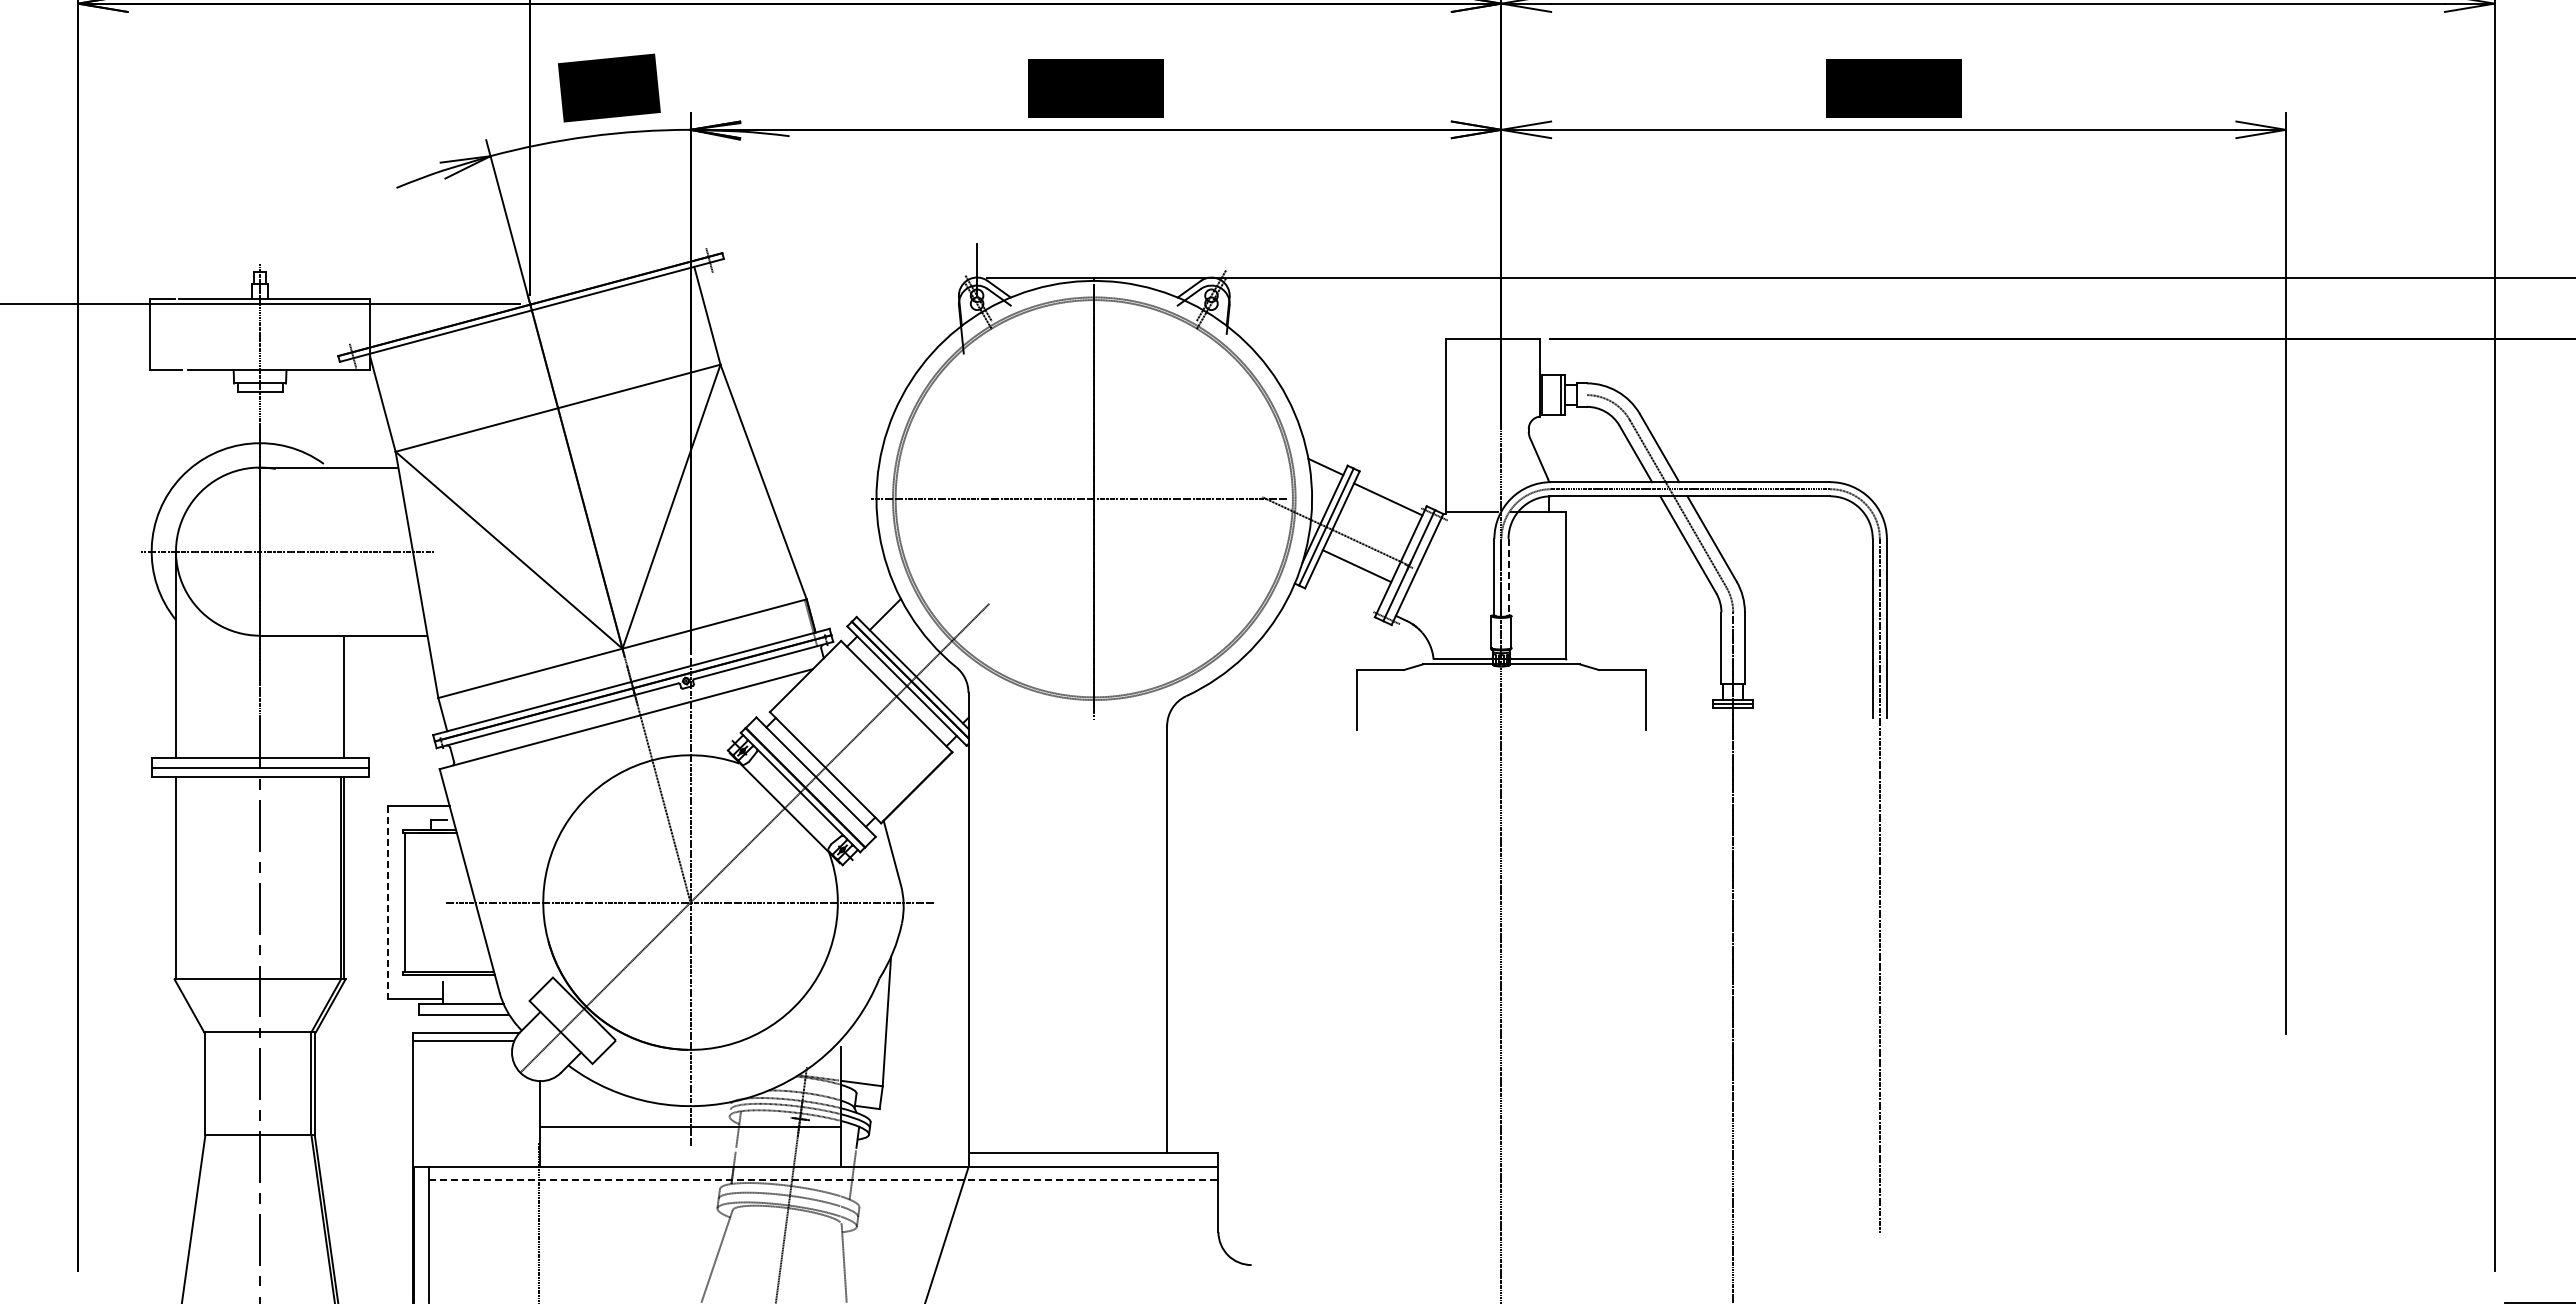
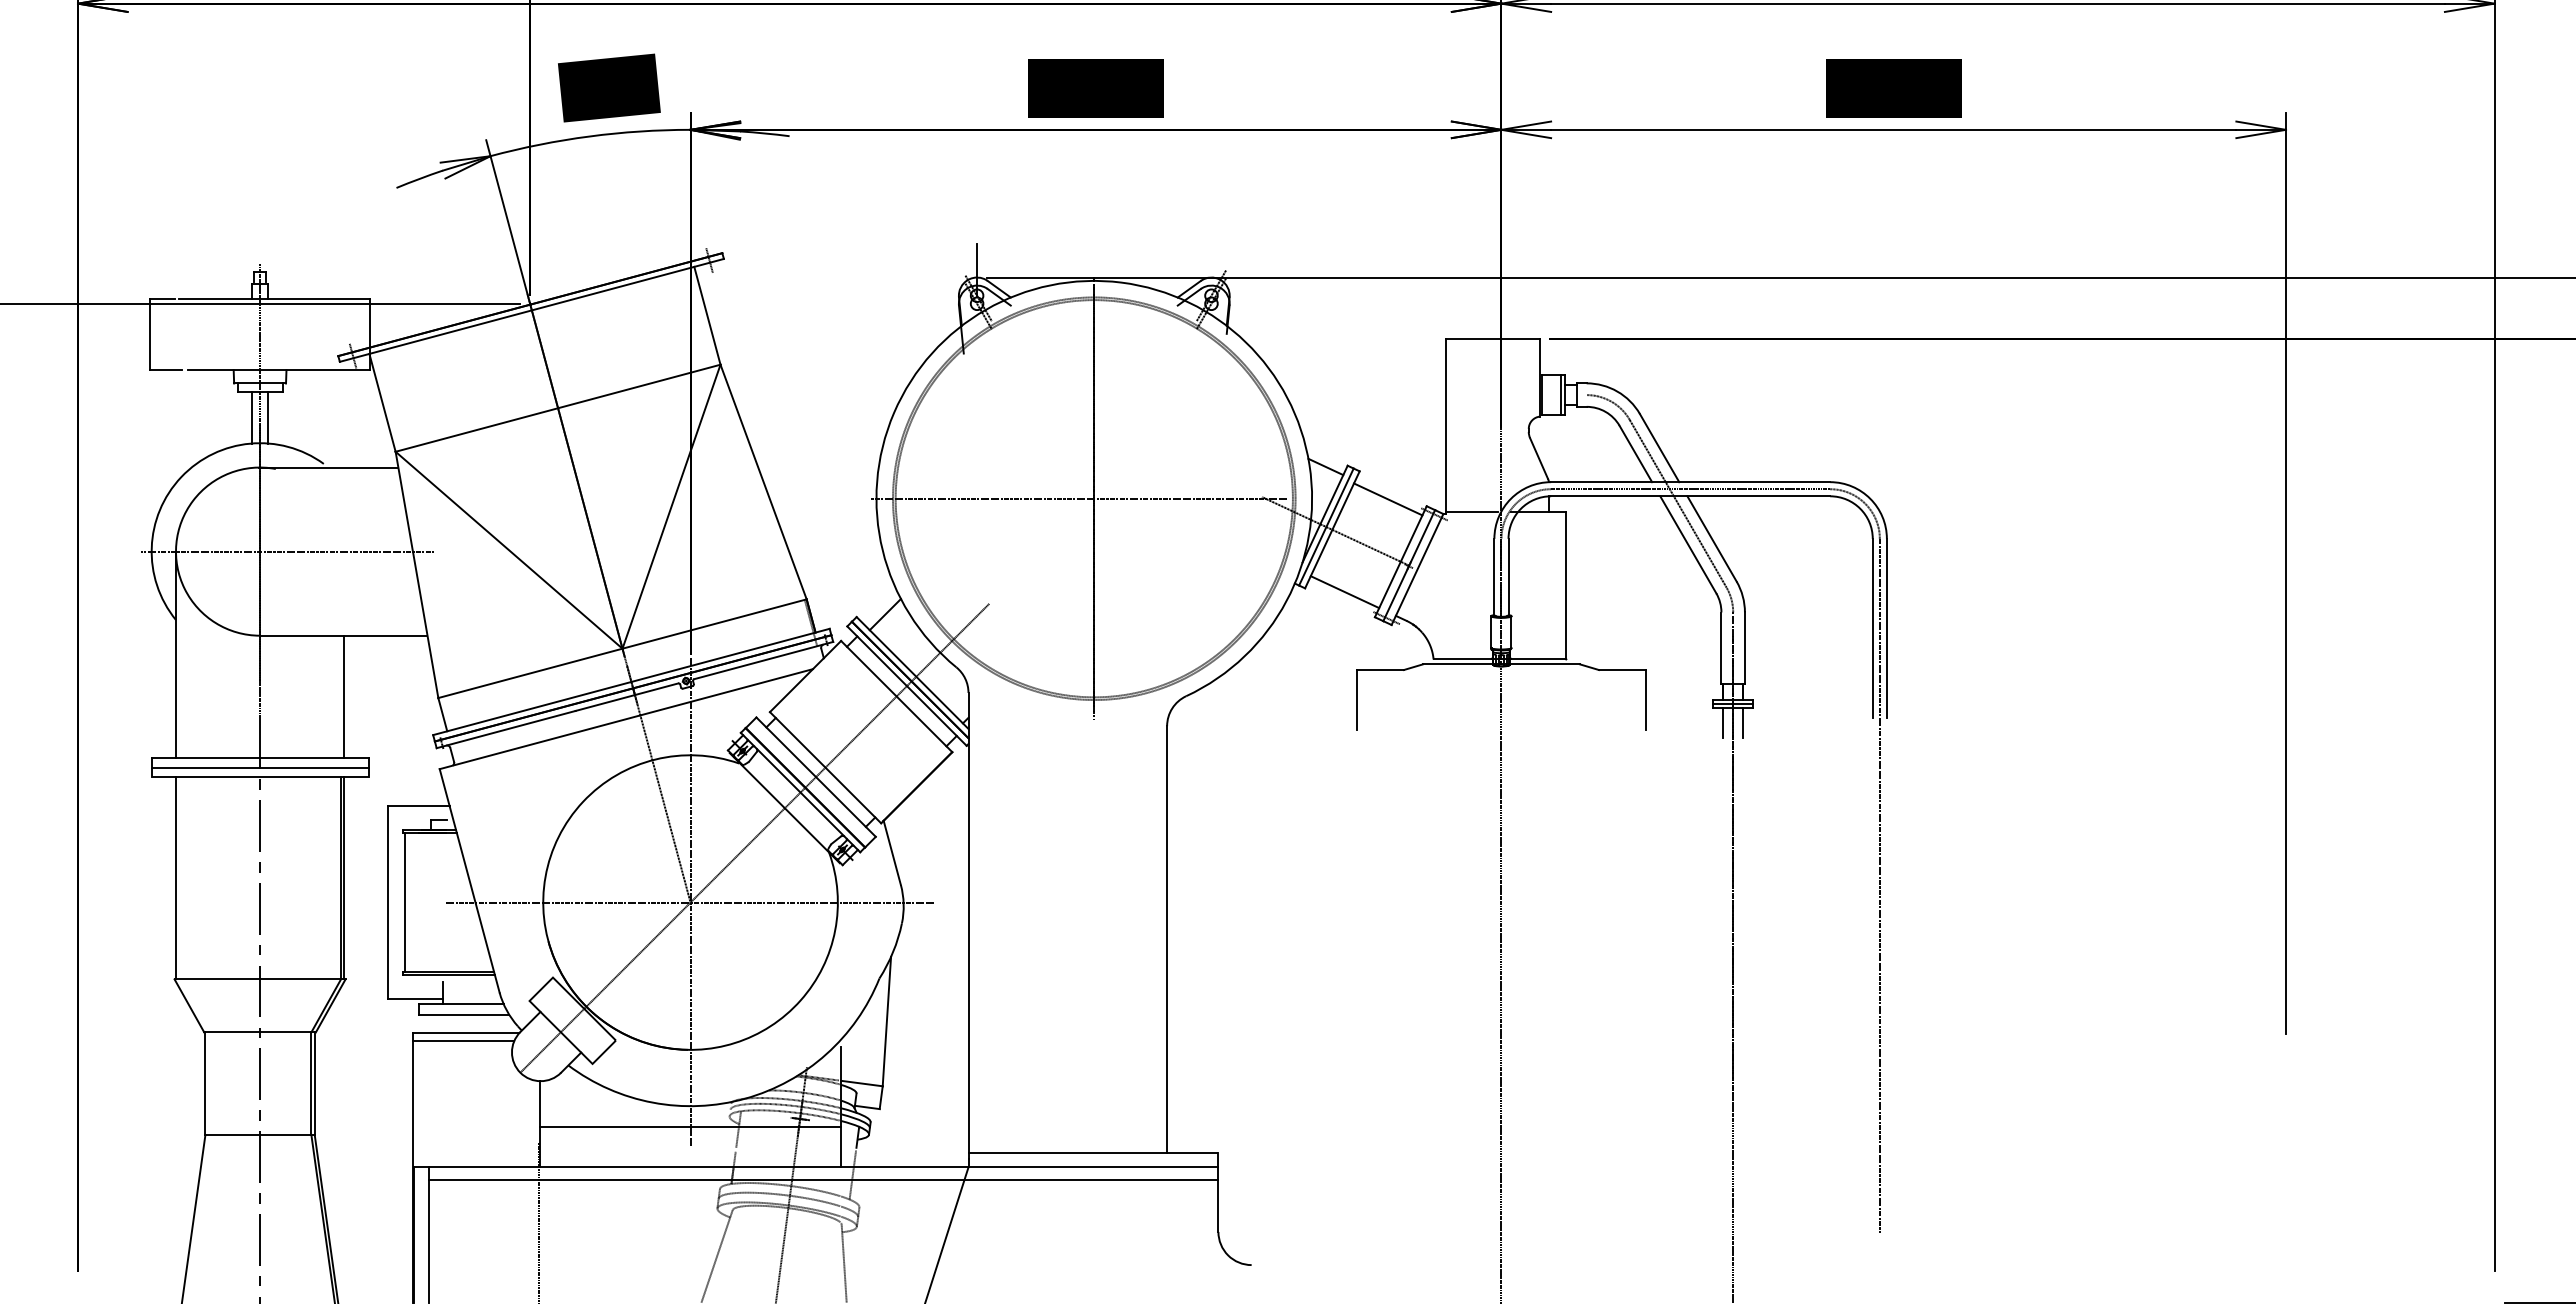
line at (251, 417): none -> present
line at (268, 417): none -> present
line at (1356, 566) position: (1356, 566) -> (1344, 592)
line at (1508, 577): dashed -> solid
line at (1723, 722): none -> present
line at (1743, 722): none -> present
line at (388, 903): dashed -> solid
line at (823, 1180): dashed -> solid
